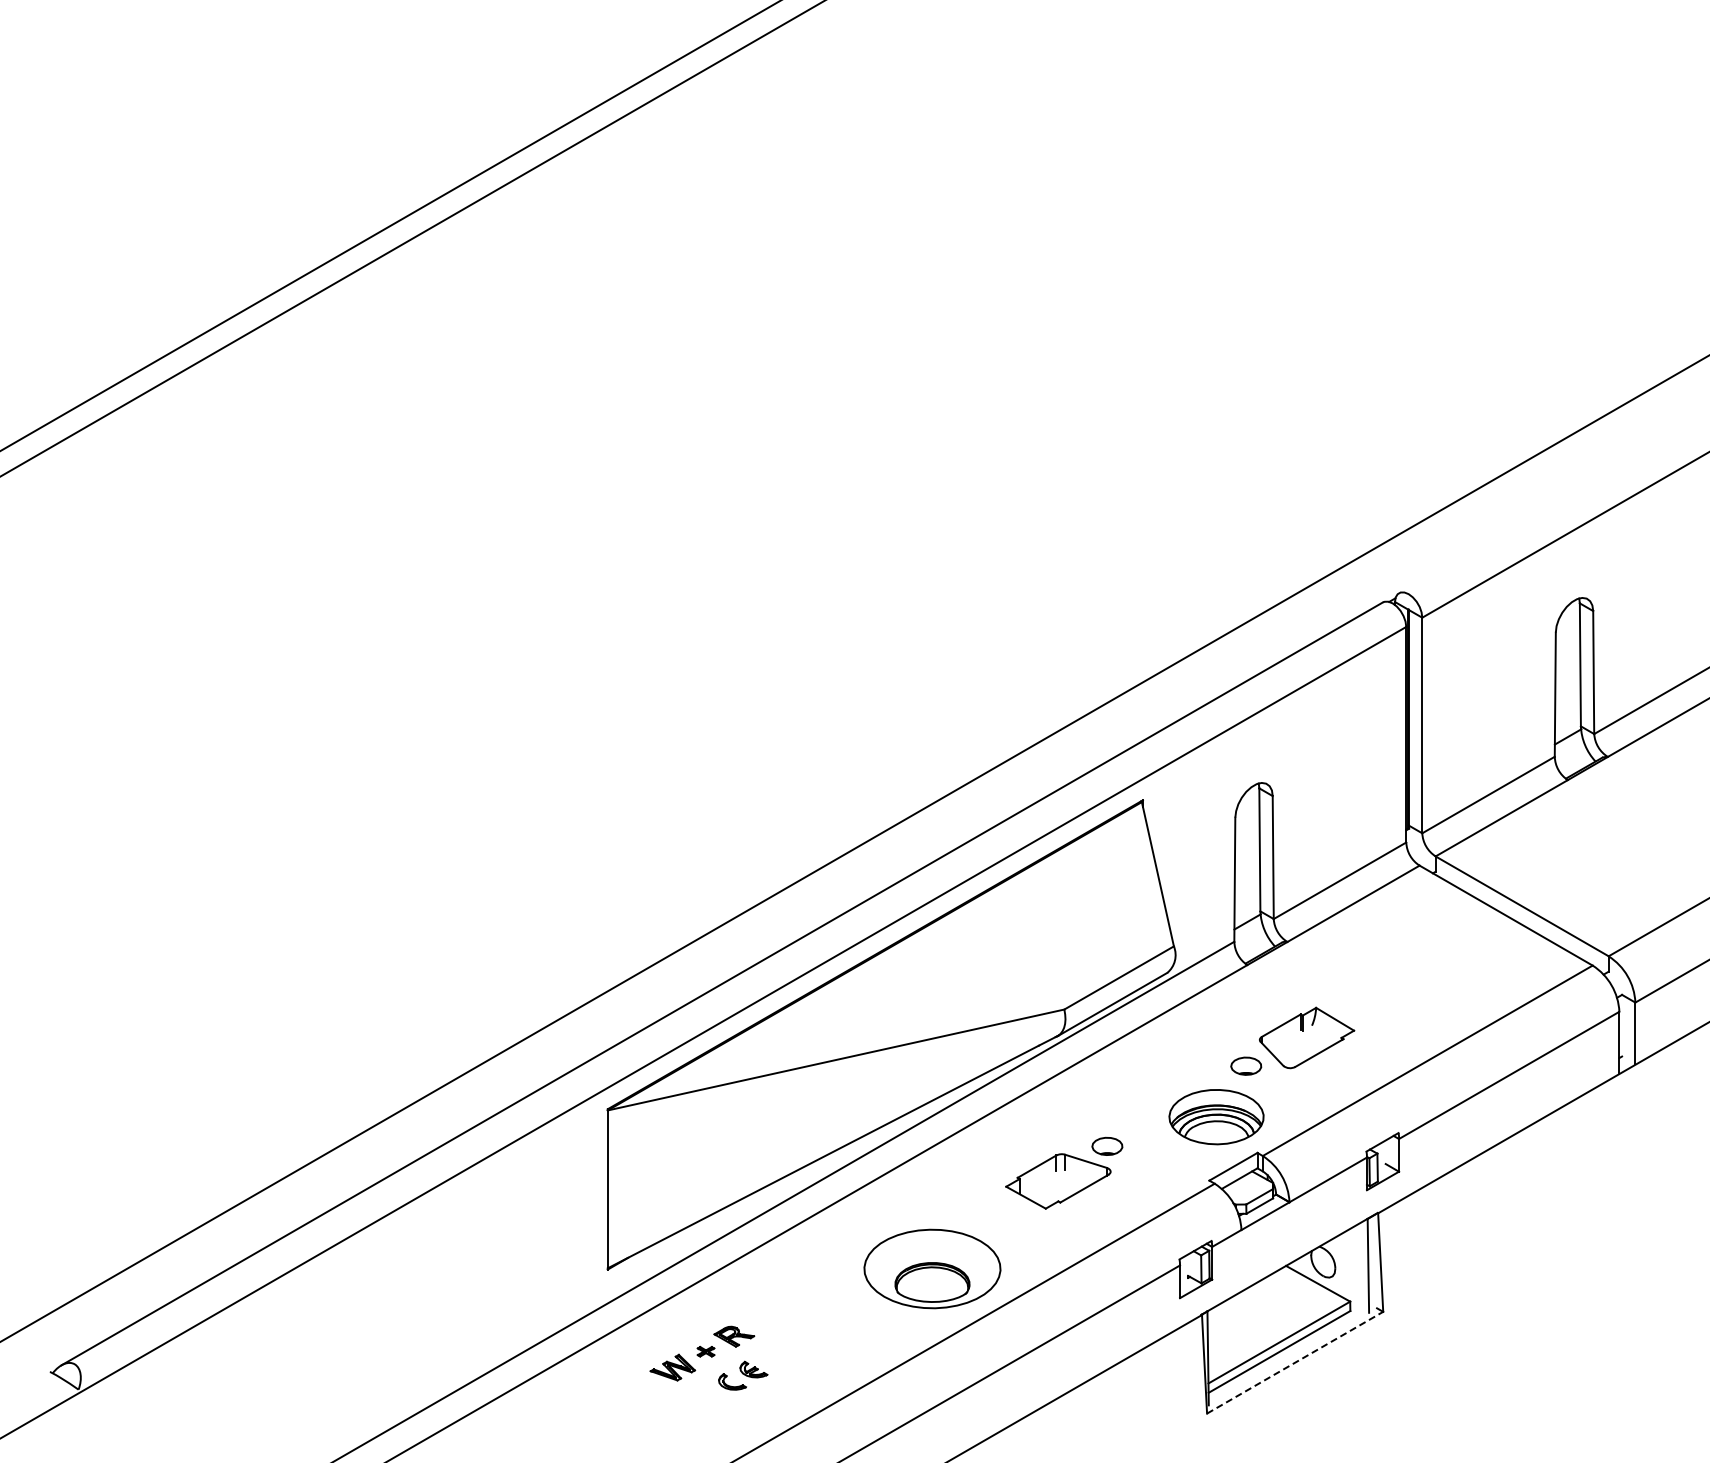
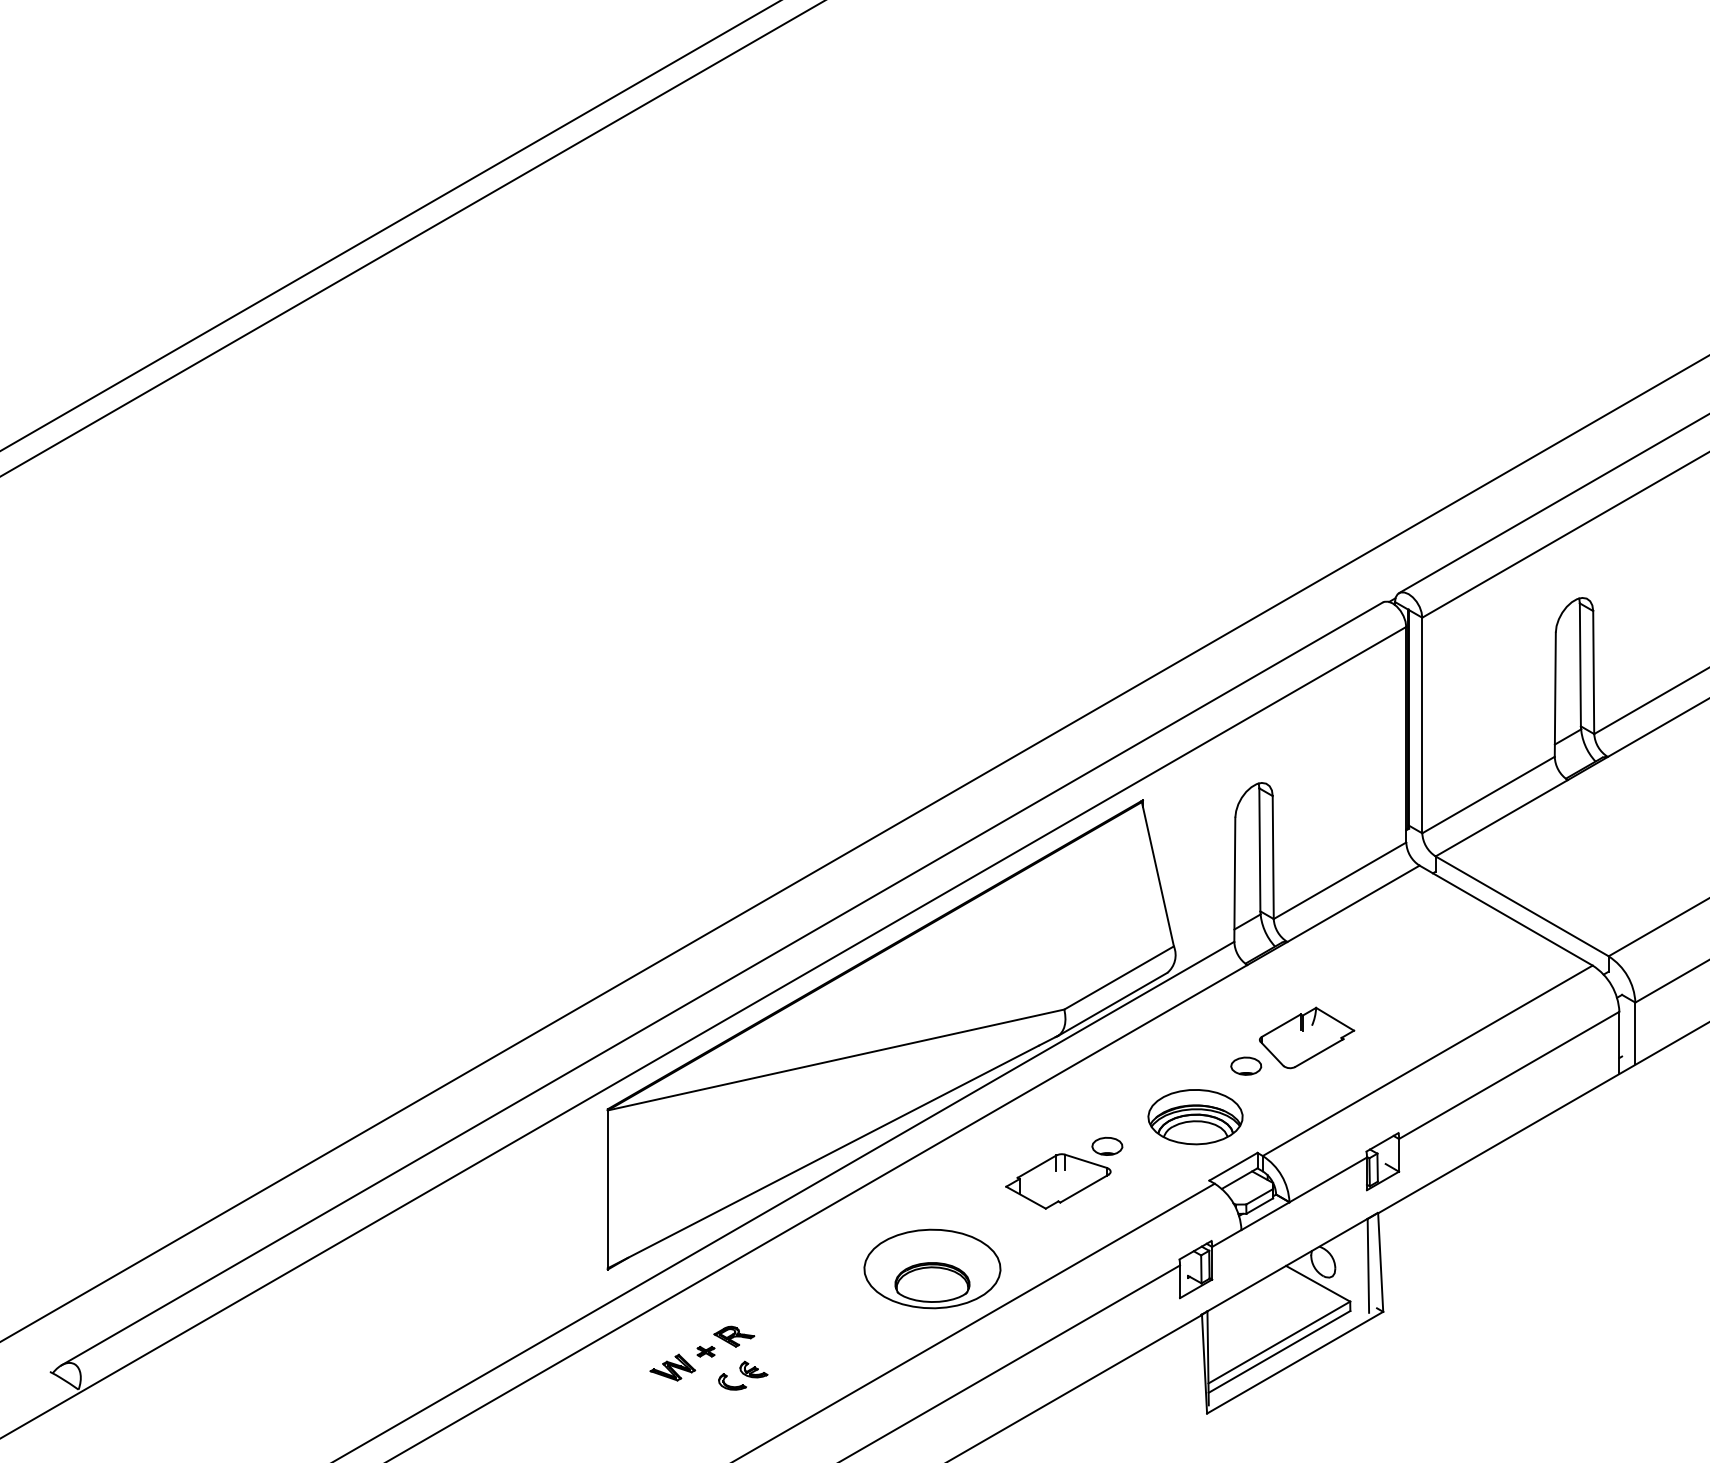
line at (1552, 504): none -> present
part at (1216, 1117) position: (1216, 1117) -> (1195, 1117)
line at (1295, 1362): dashed -> solid
